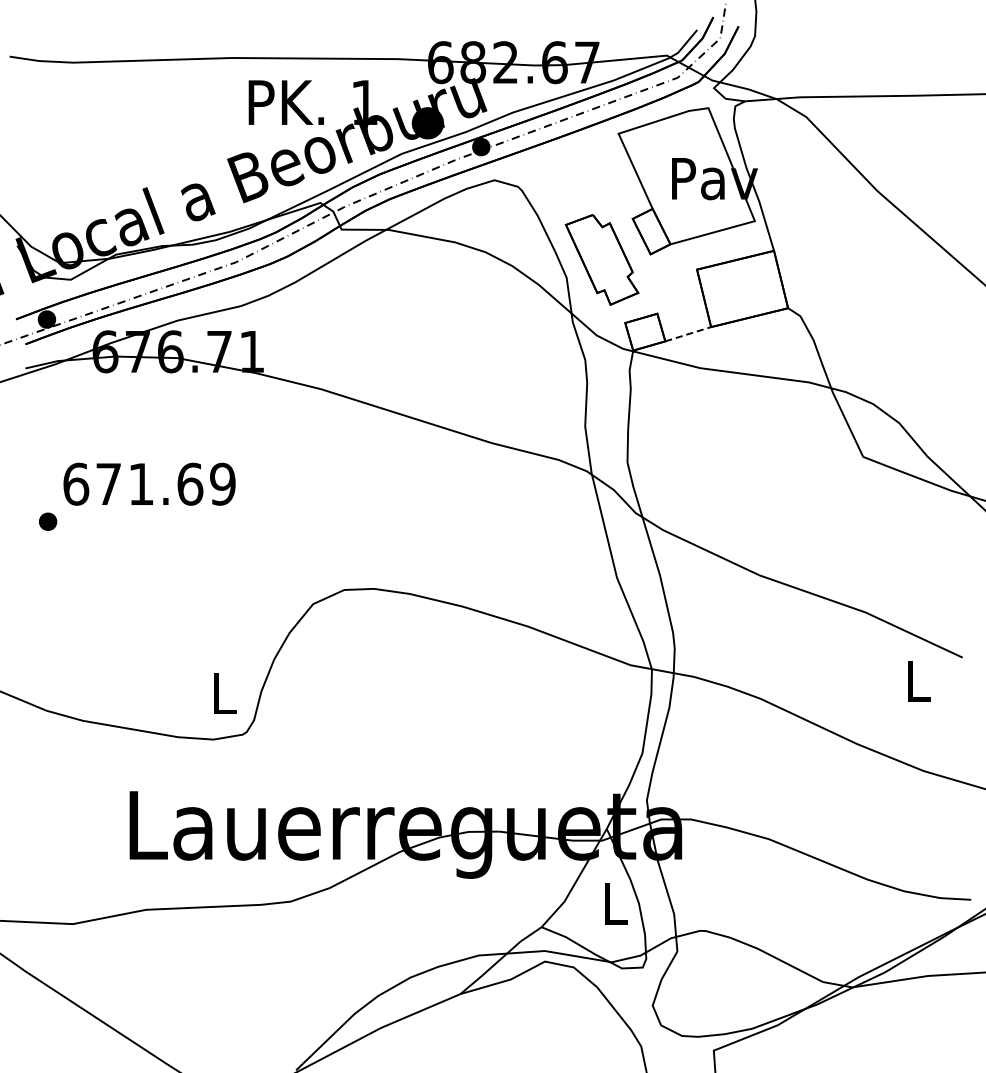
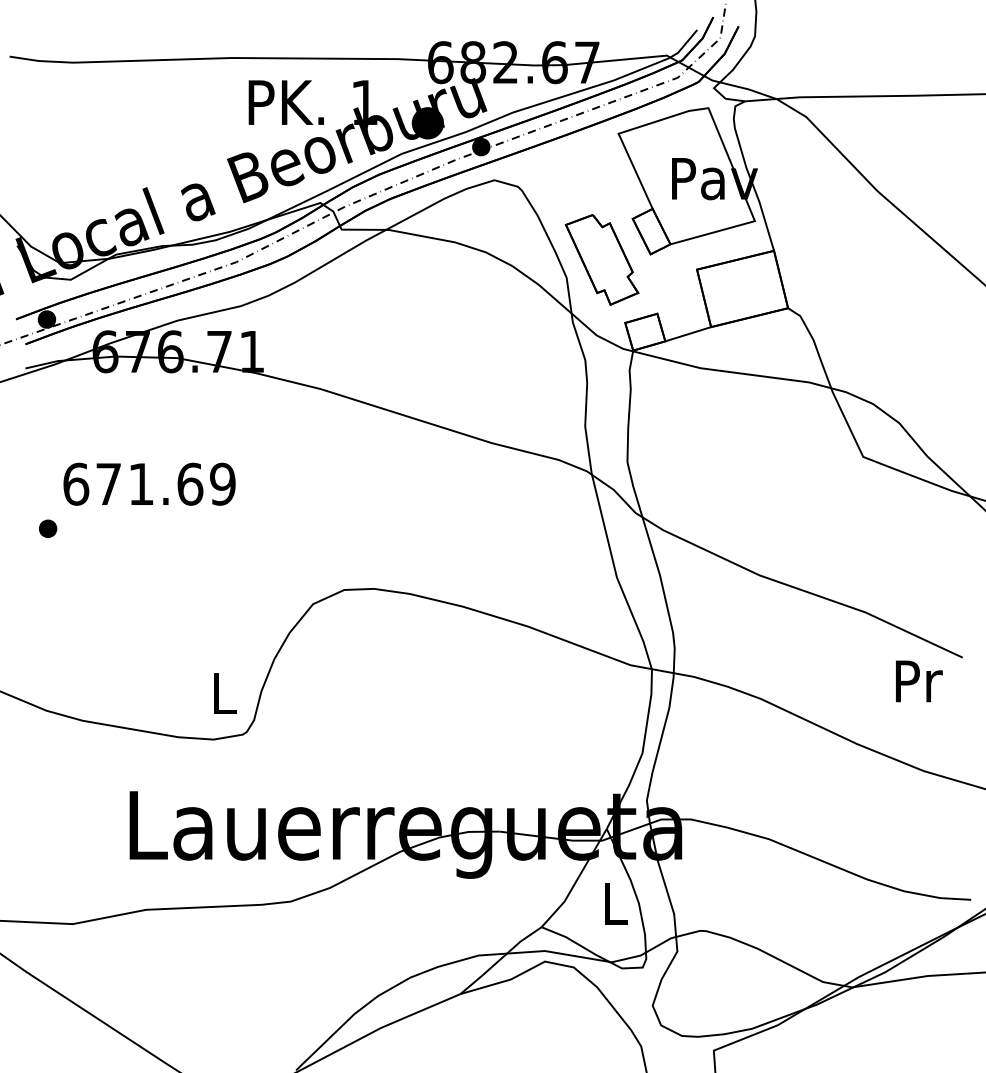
line at (688, 334): dashed -> solid
part at (48, 521) position: (48, 521) -> (48, 528)
text at (919, 681): L -> Pr
